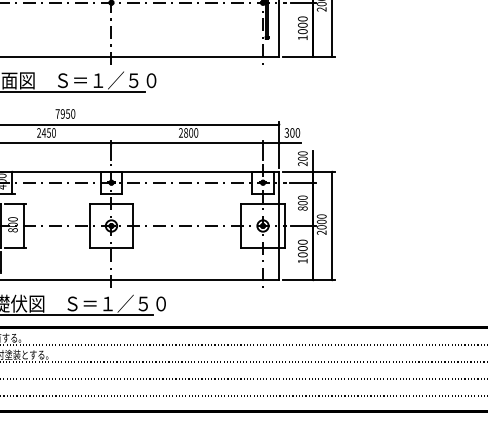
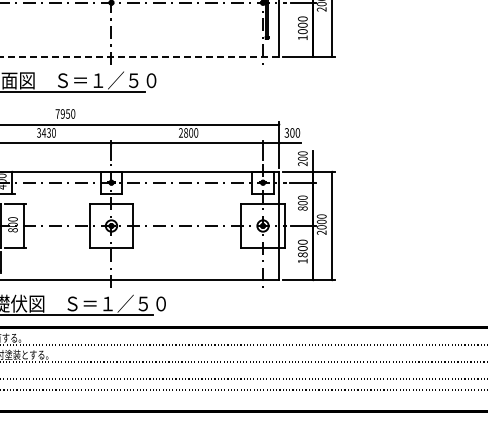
line at (139, 56): solid -> dashed
text at (43, 132): 2450 -> 3430
text at (302, 254): 1000 -> 1800
line at (243, 395) position: (243, 395) -> (243, 389)
